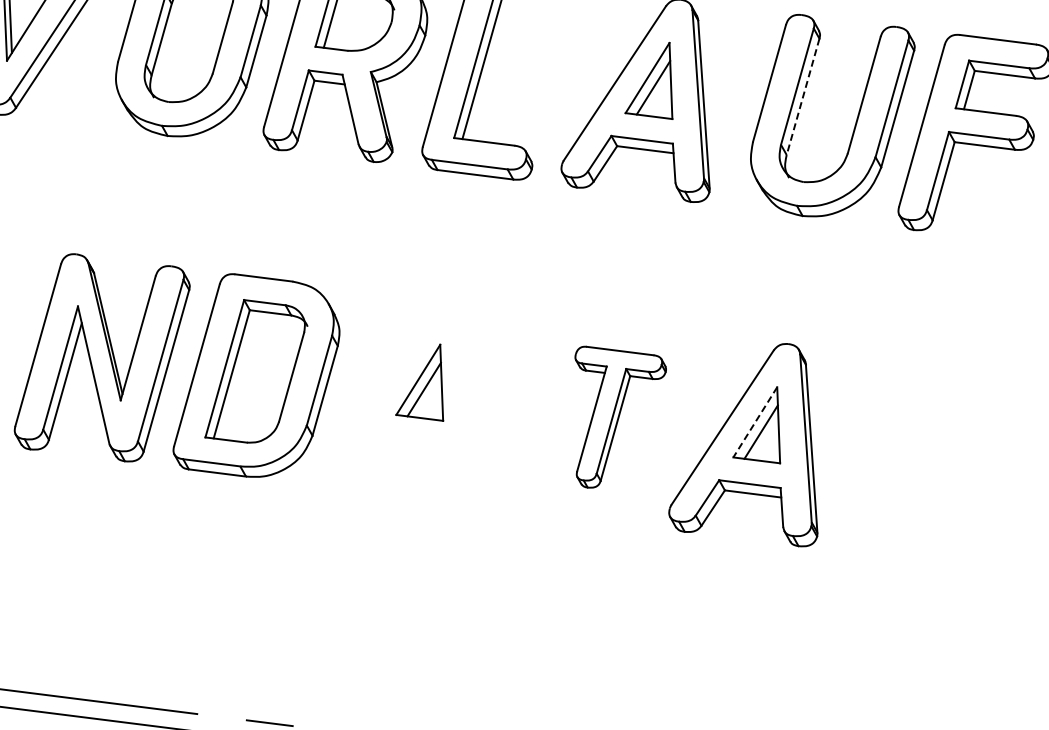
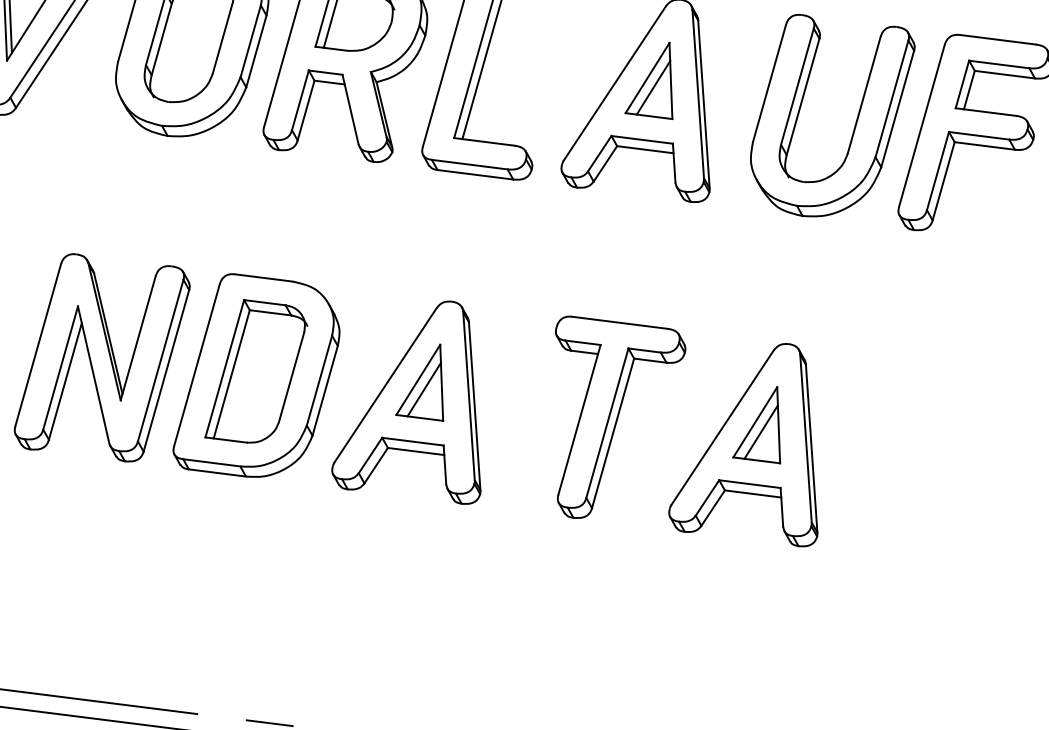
line at (802, 97): dashed -> solid
part at (406, 402): none -> present
part at (620, 416) size: 93x144 px -> 132x204 px
line at (755, 422): dashed -> solid
